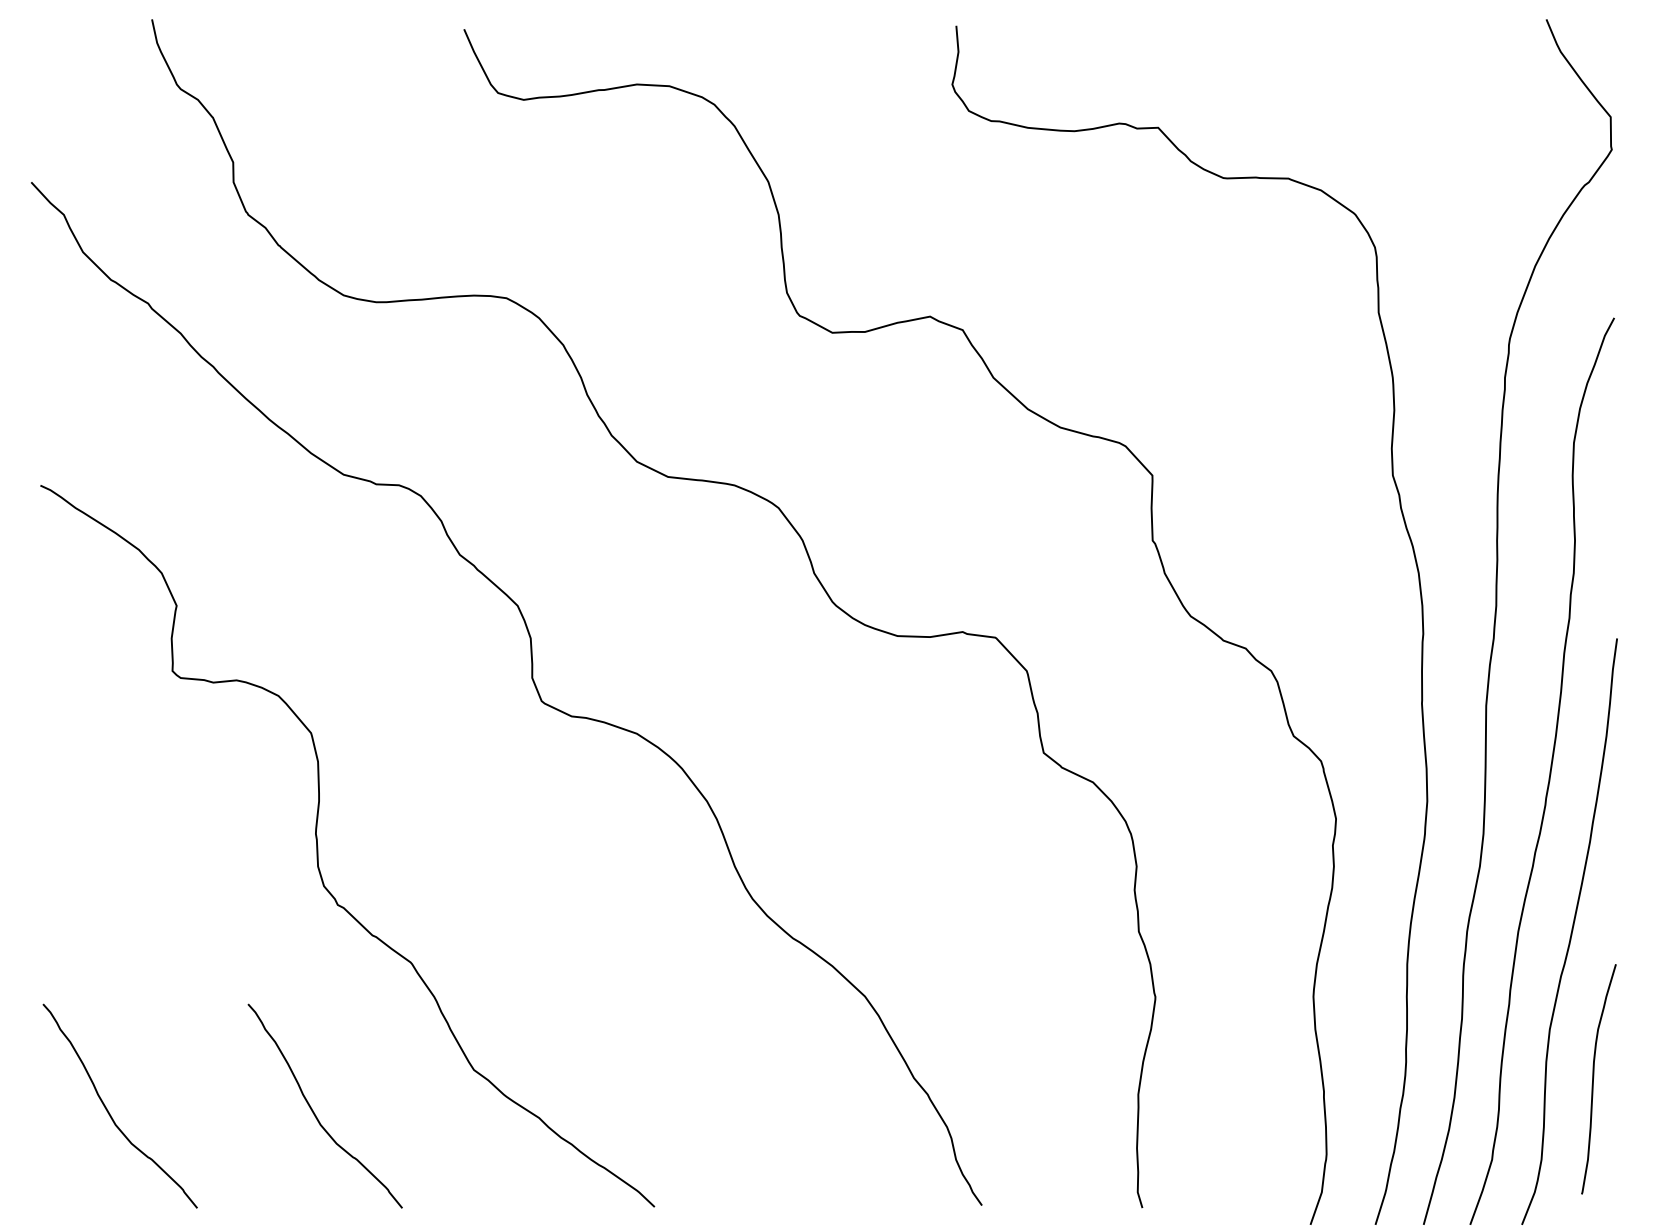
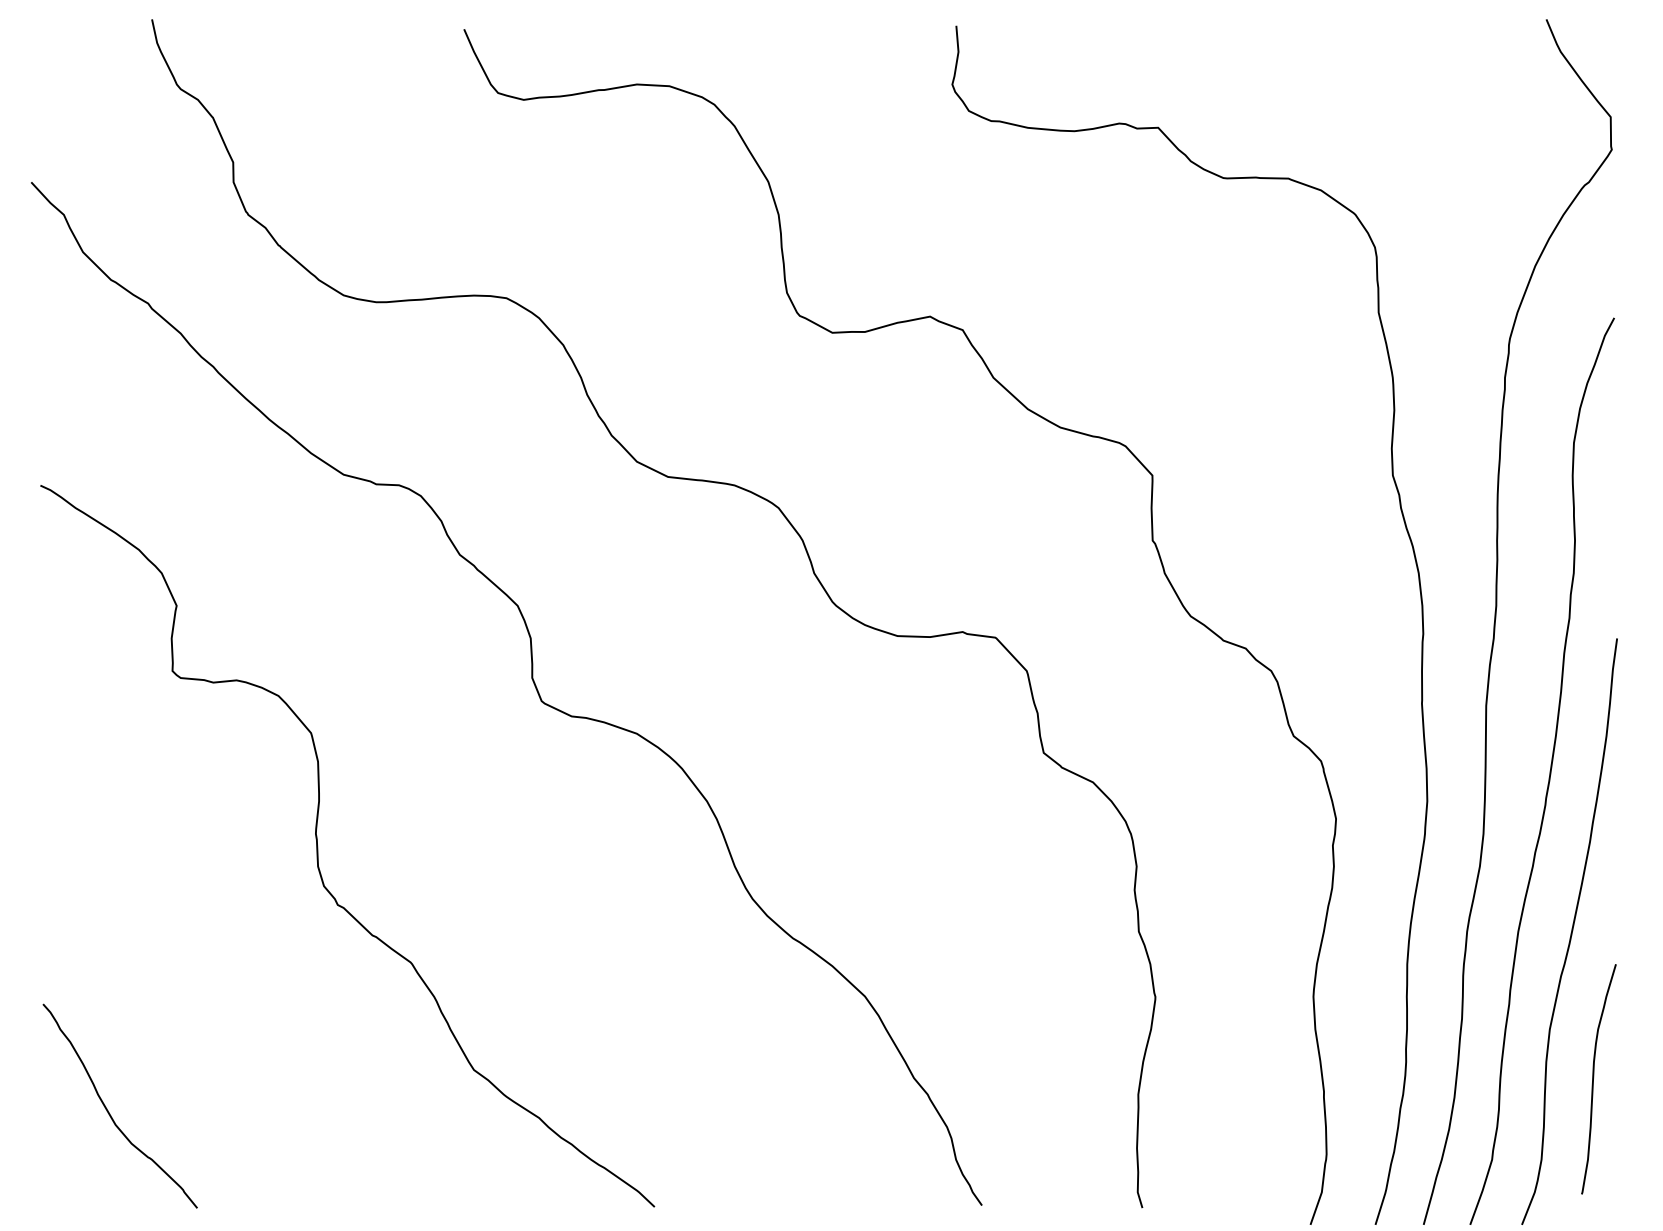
curve at (315, 1113): present -> none
